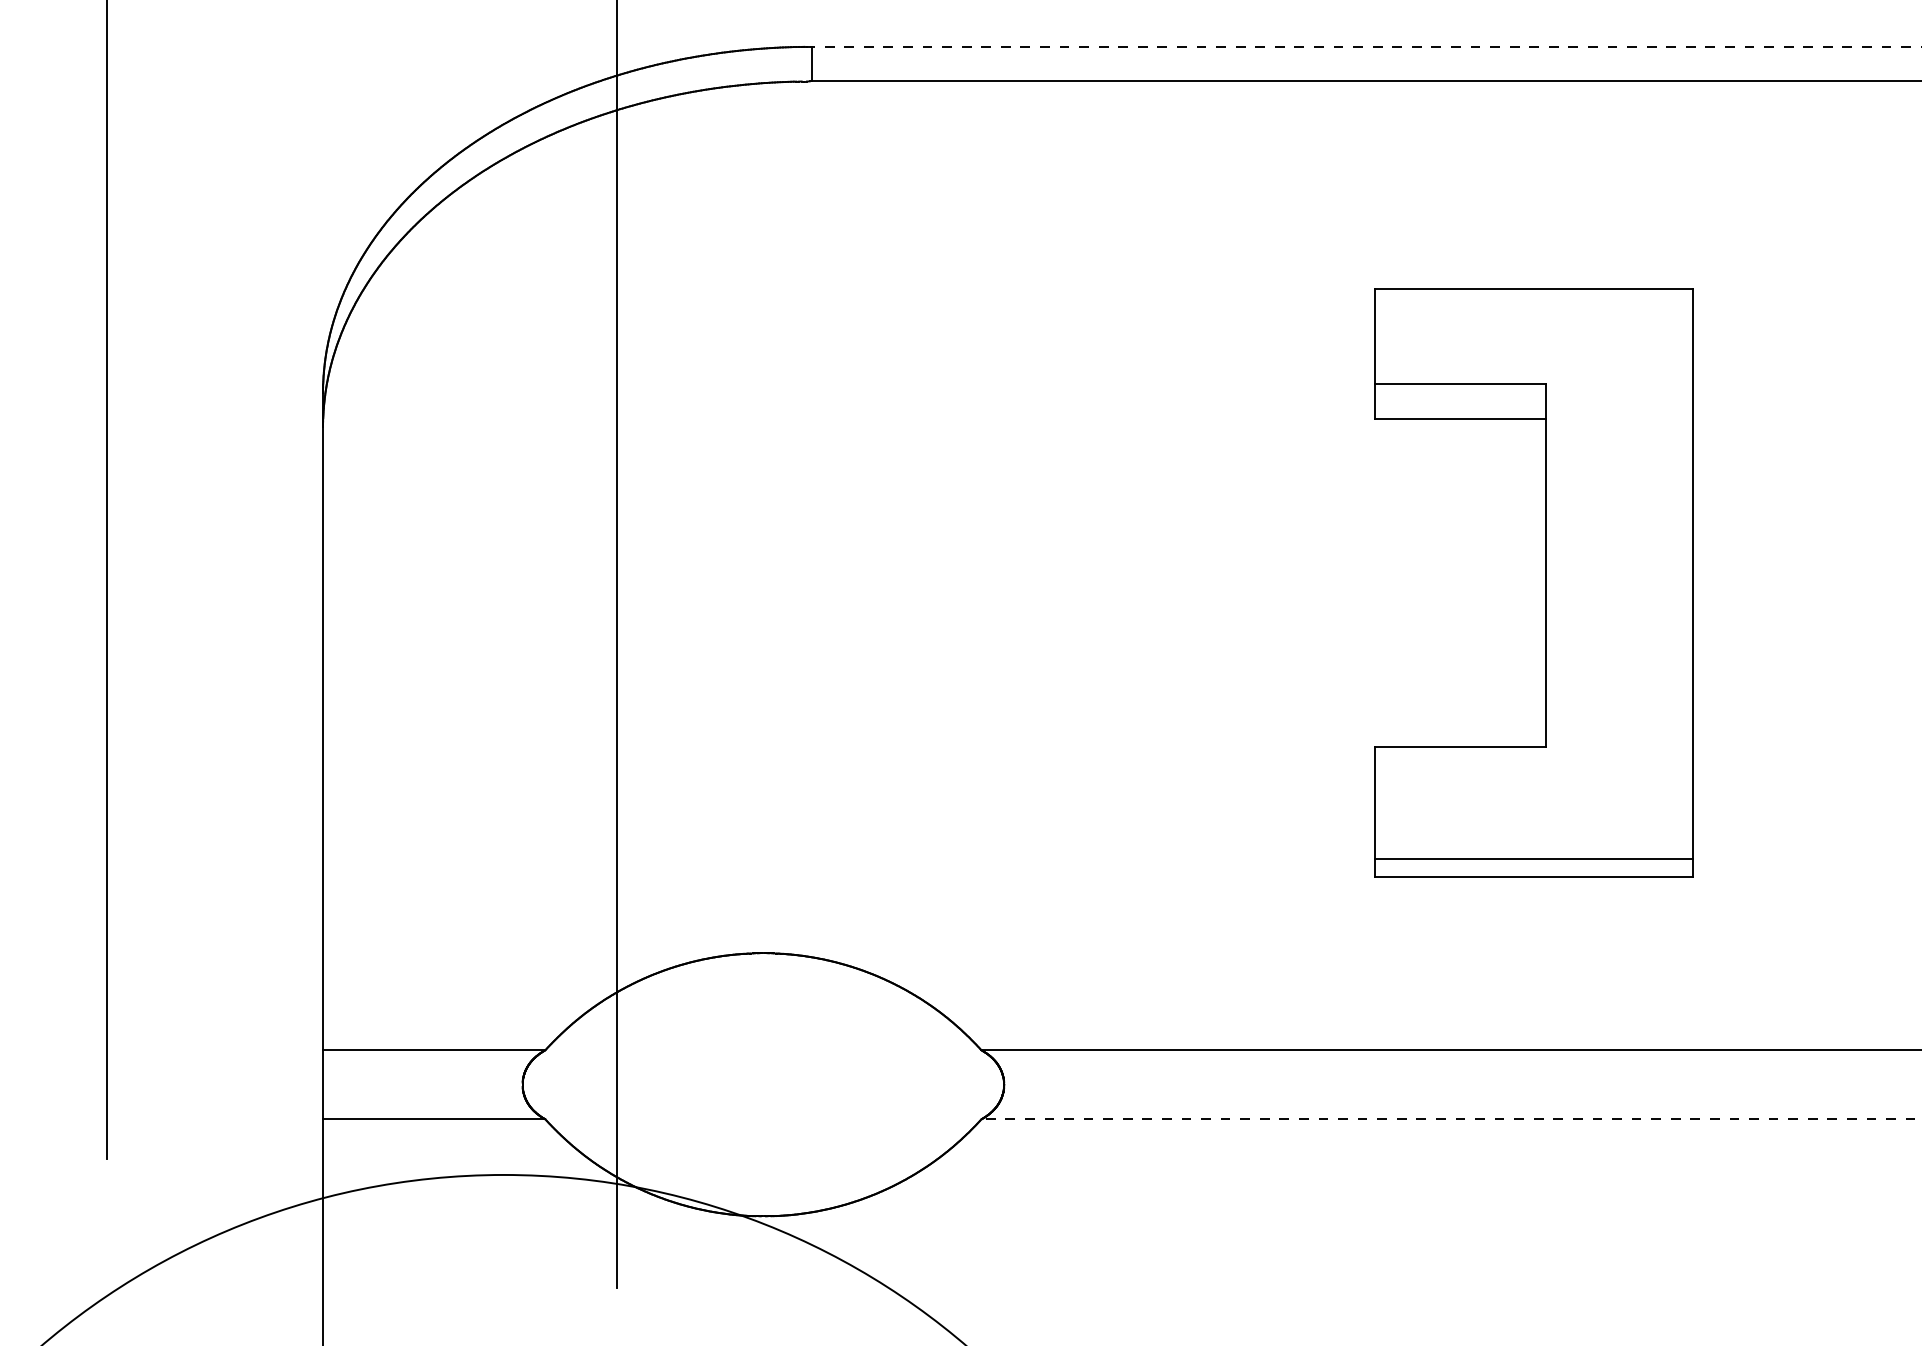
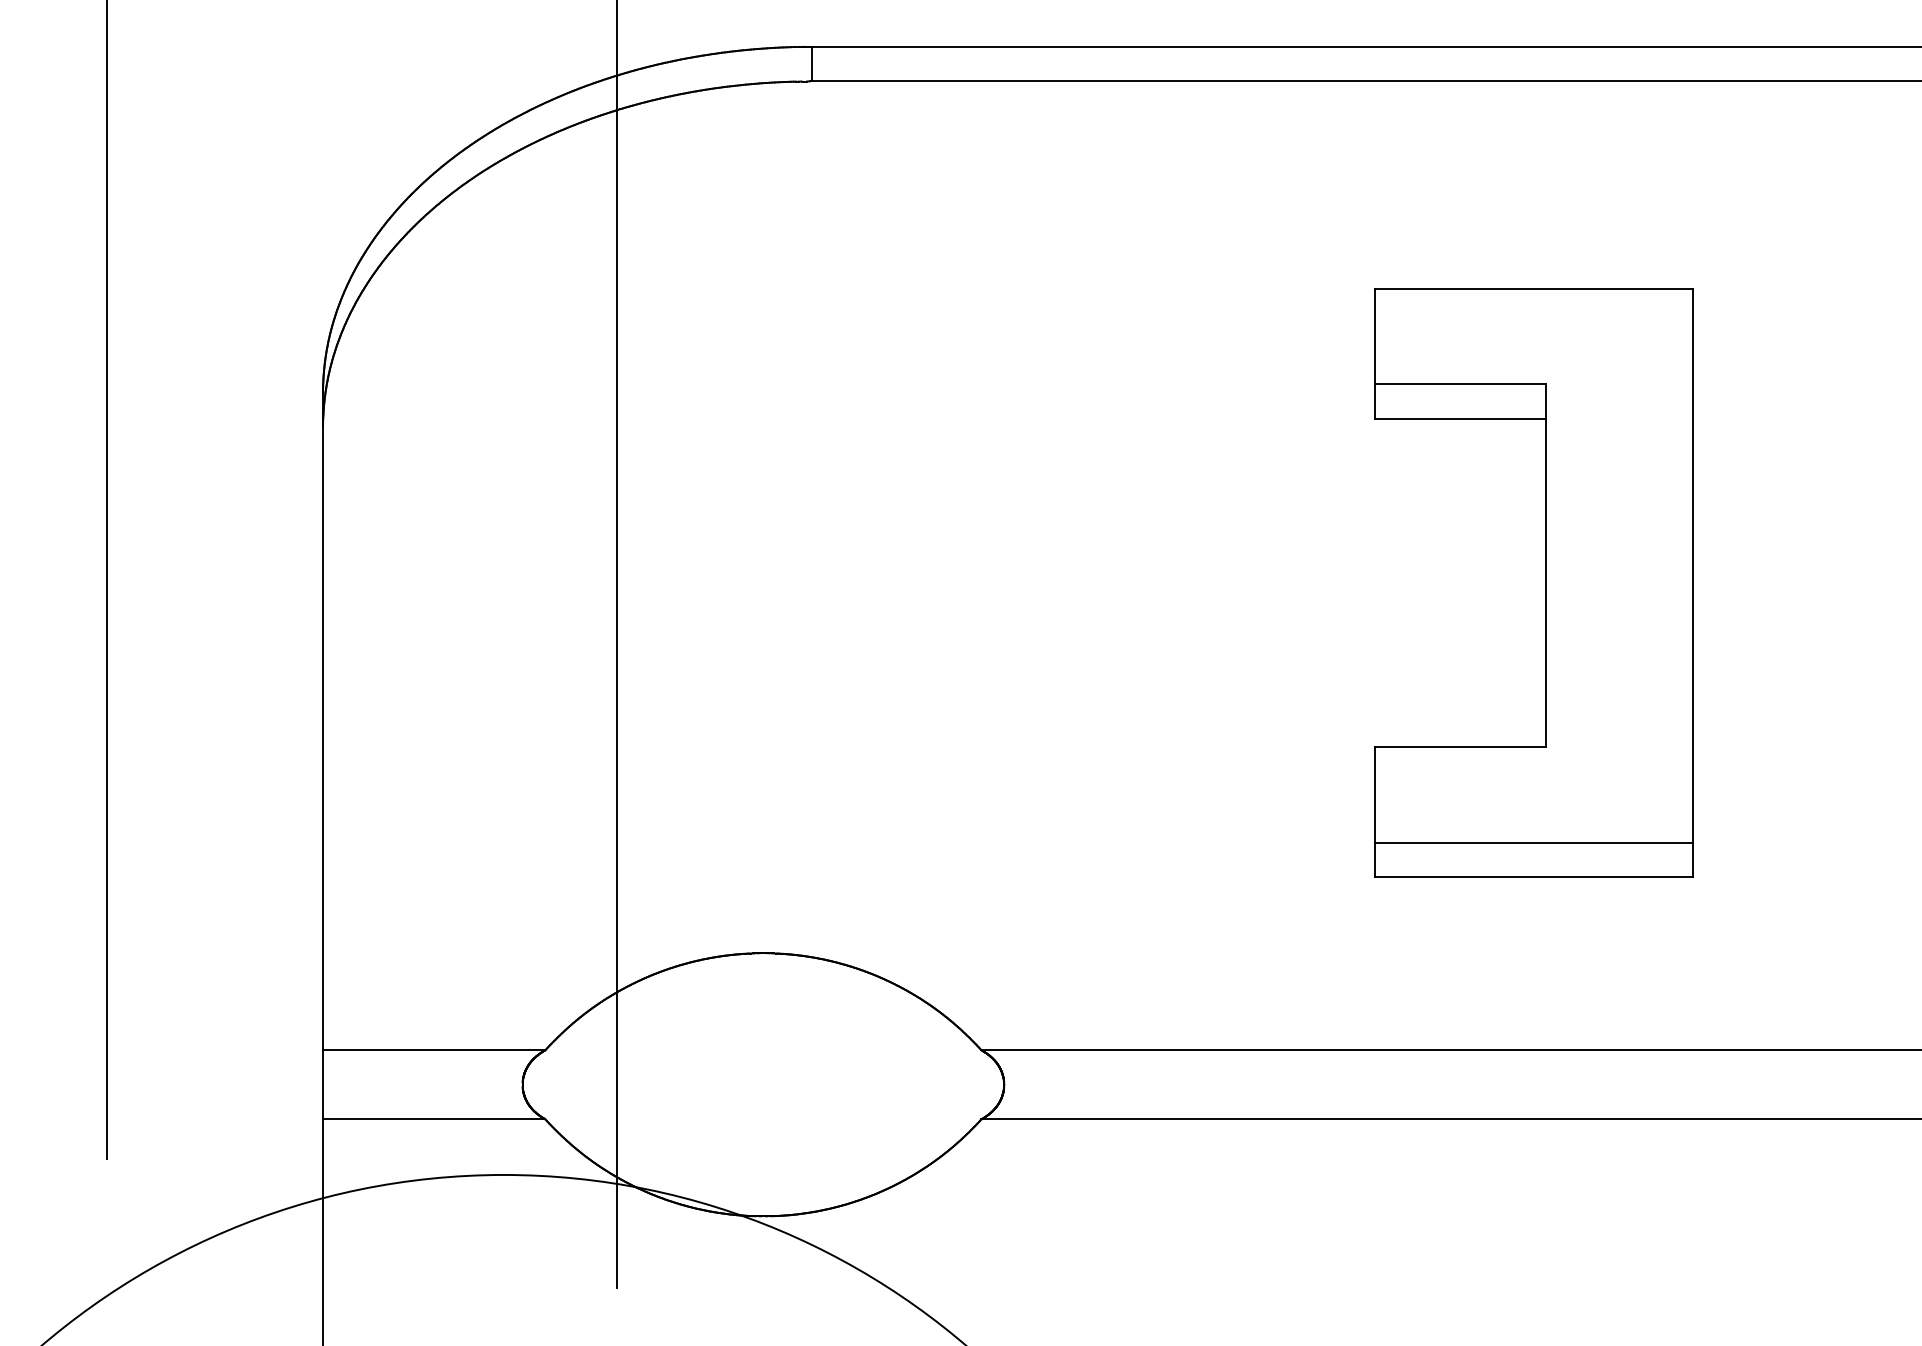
line at (1365, 46): dashed -> solid
line at (1534, 858) position: (1534, 858) -> (1534, 842)
line at (1451, 1119): dashed -> solid
